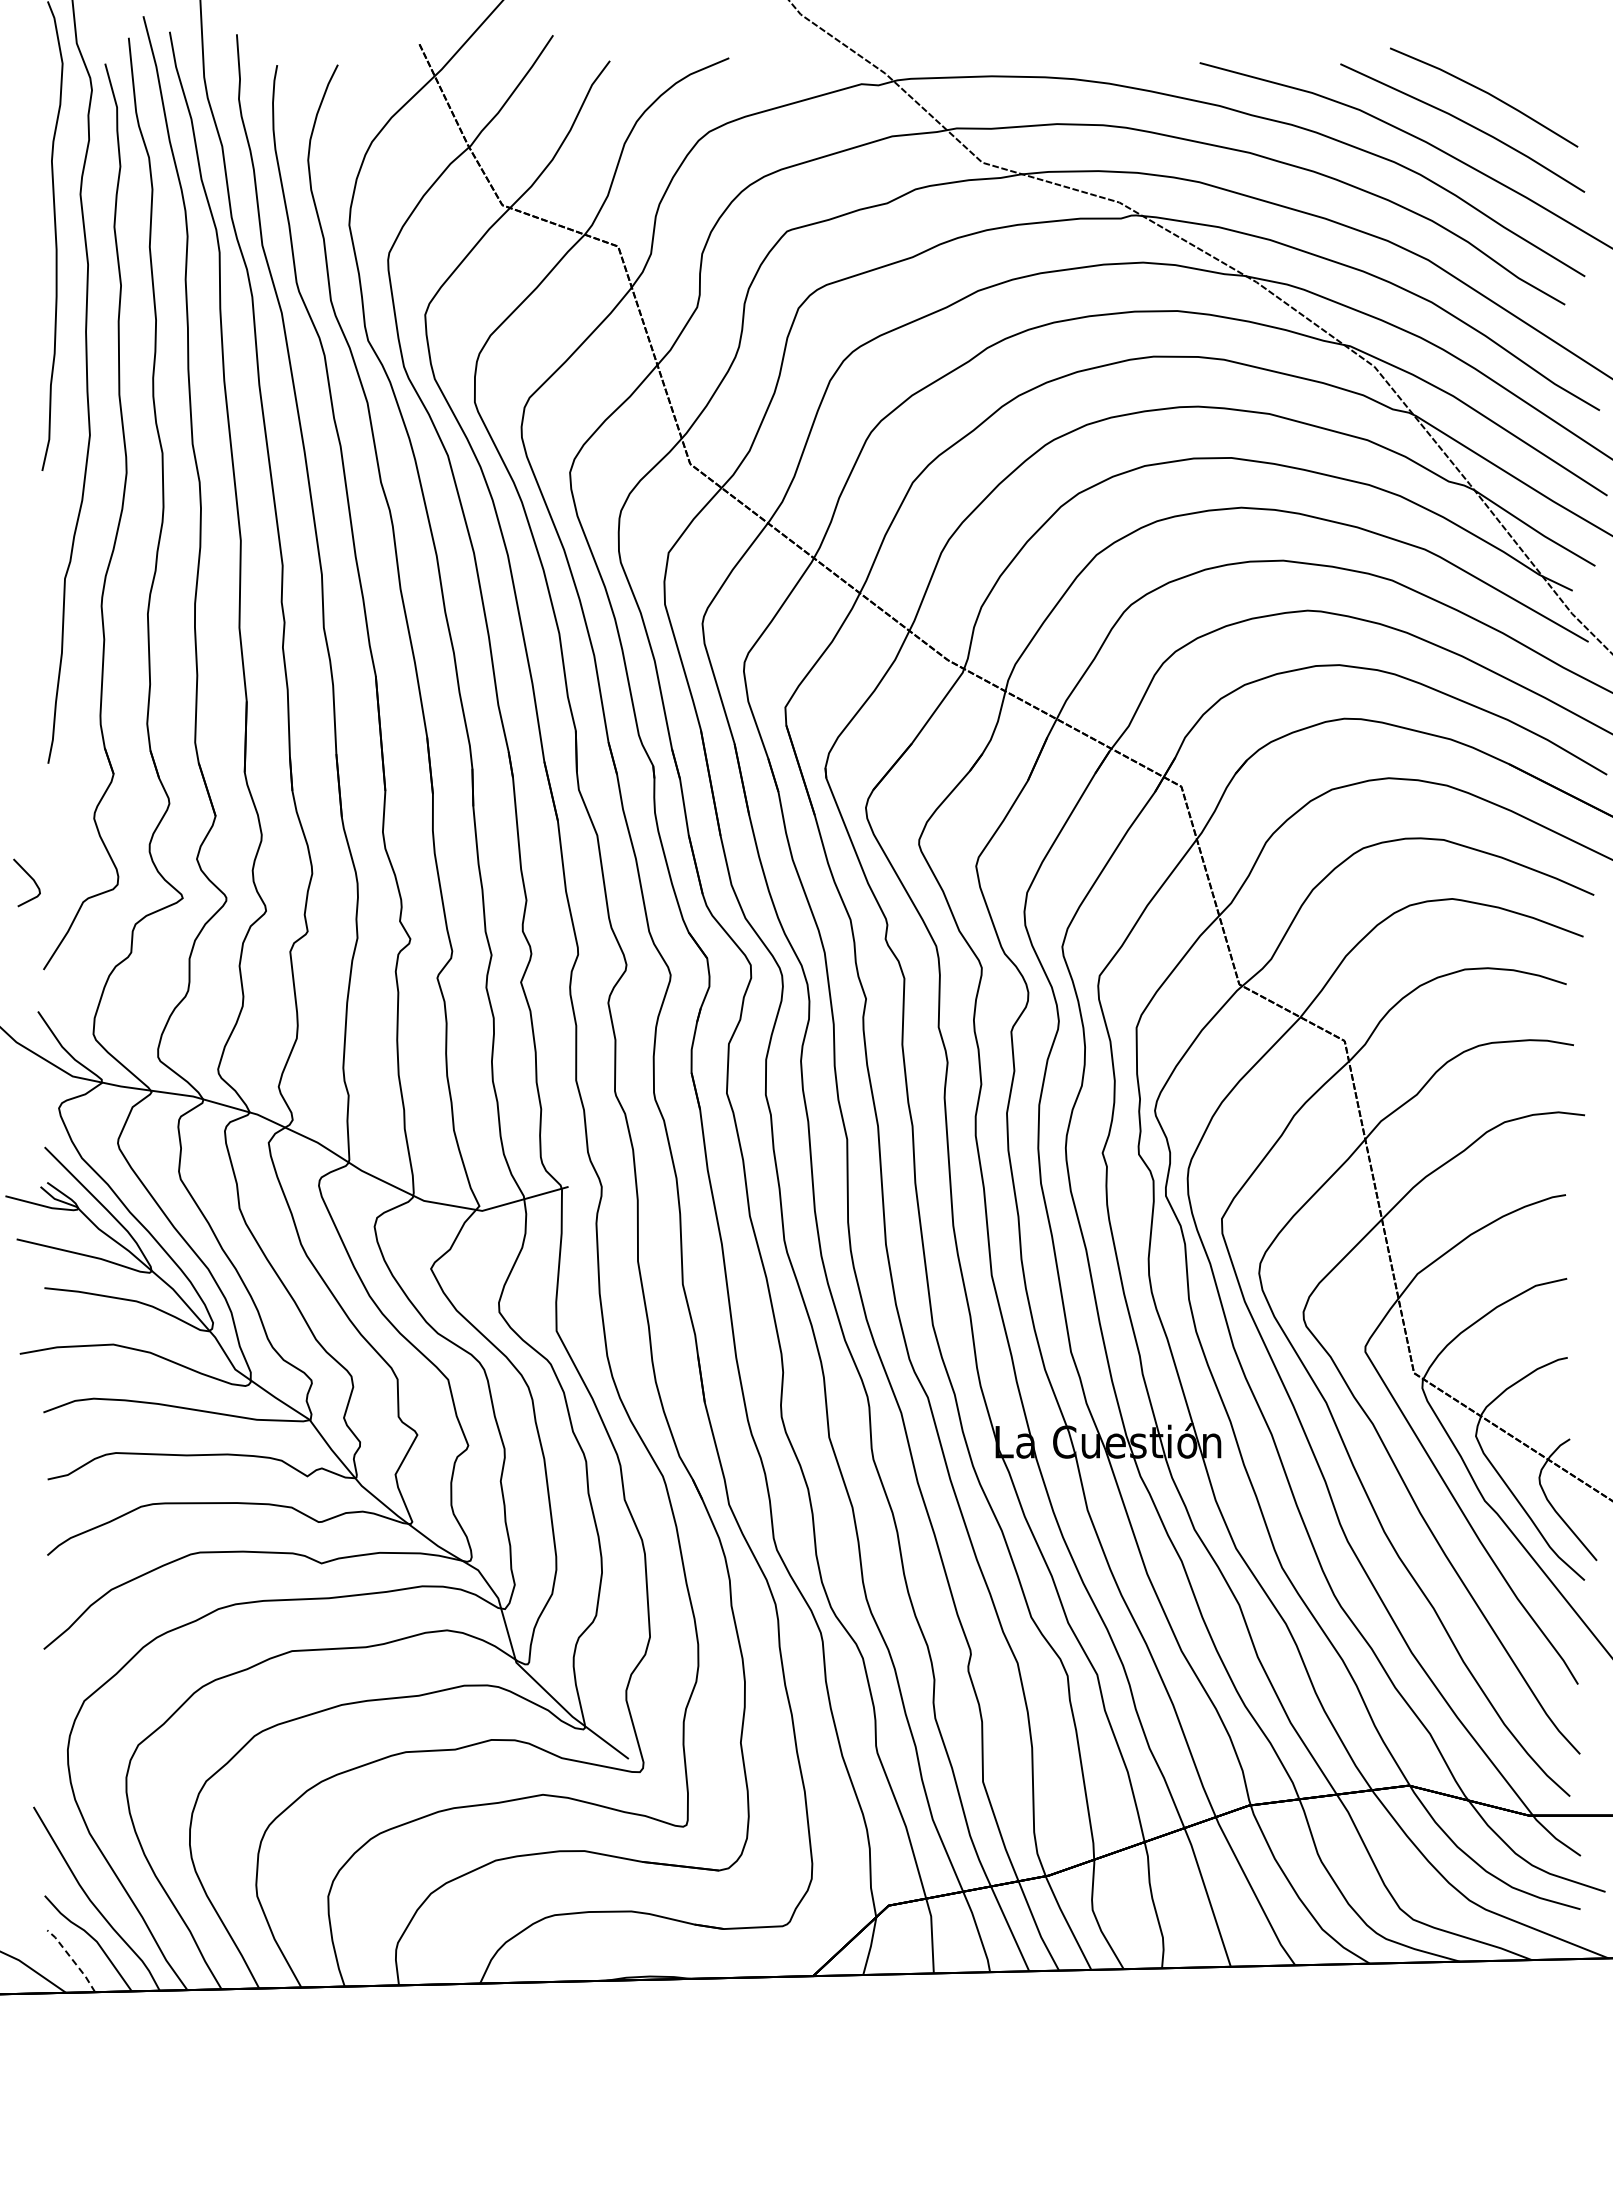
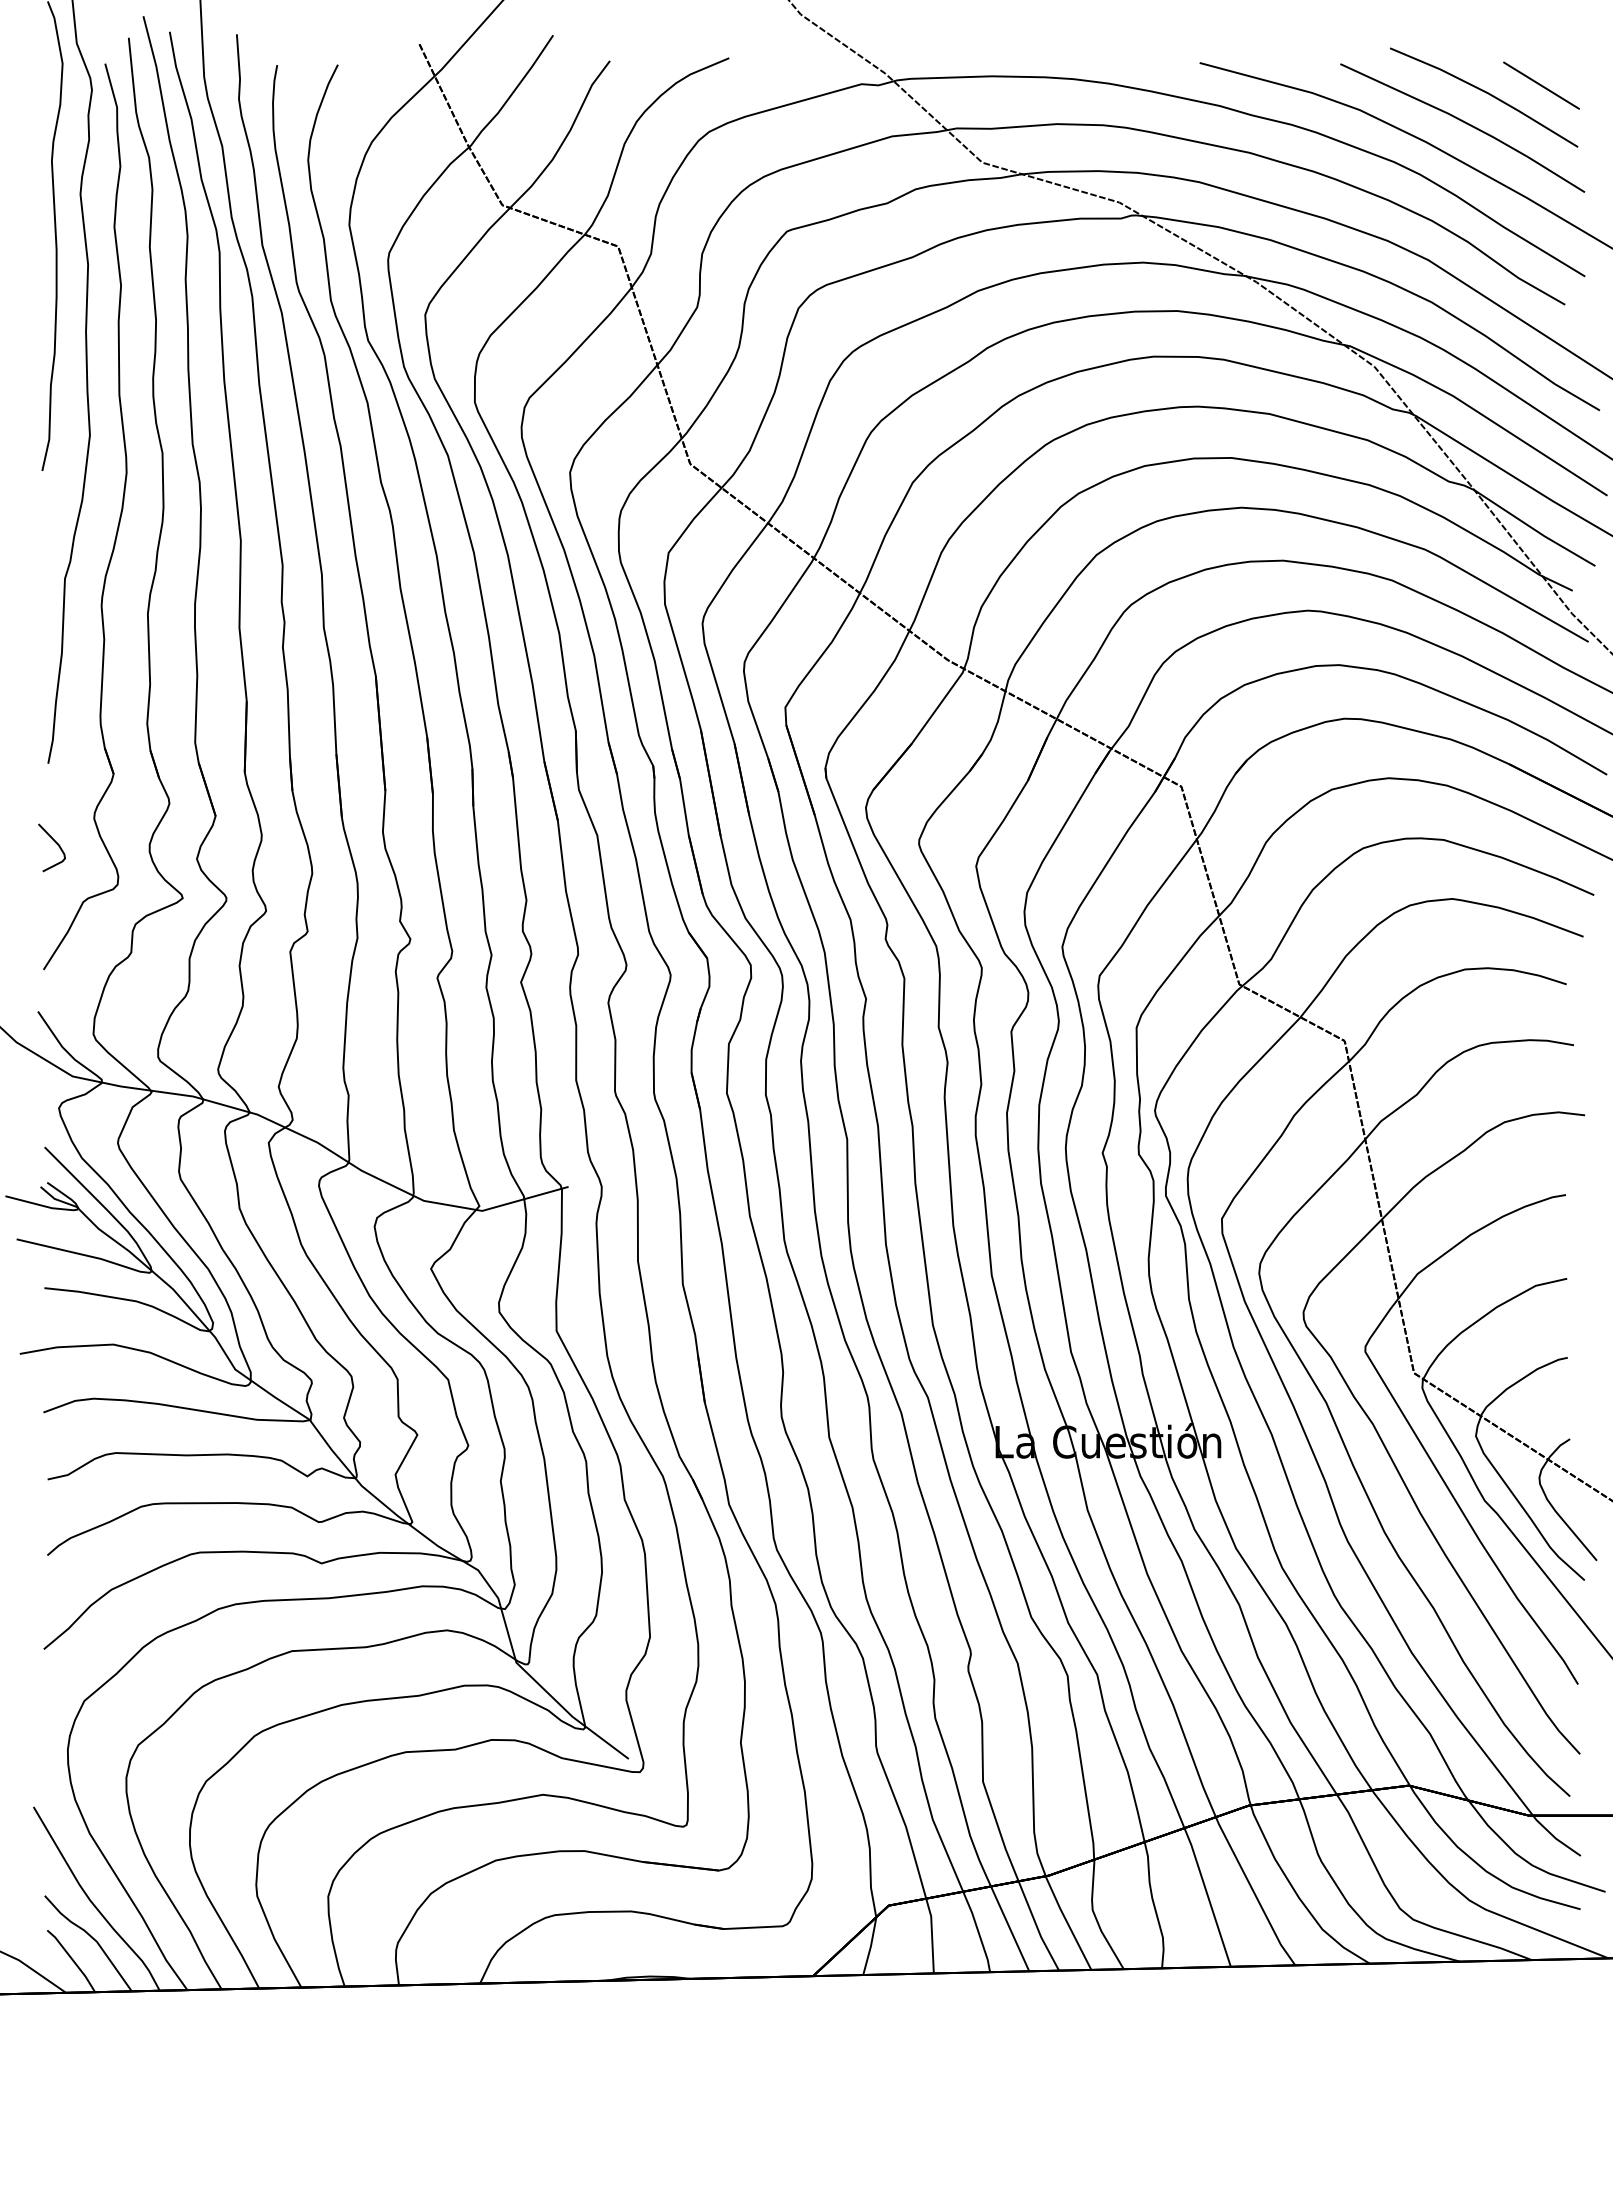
line at (1541, 85): none -> present
curve at (30, 878) position: (30, 878) -> (55, 843)
line at (72, 1960): dashed -> solid
